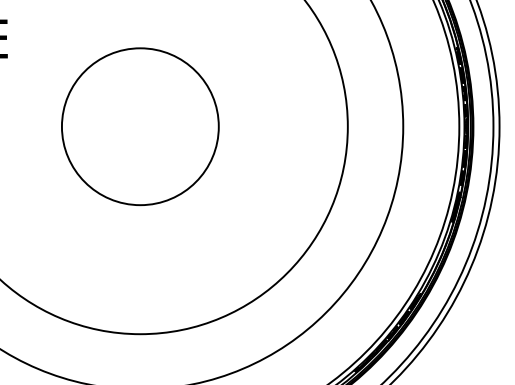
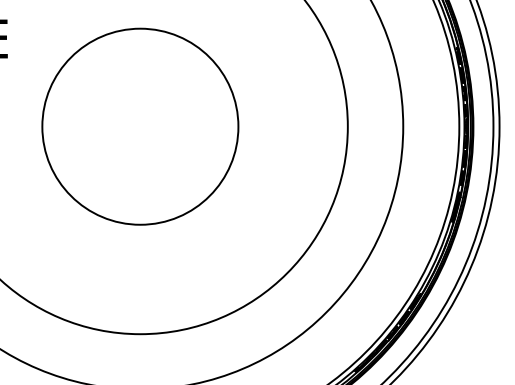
circle at (139, 126) diameter: 157 px -> 196 px
